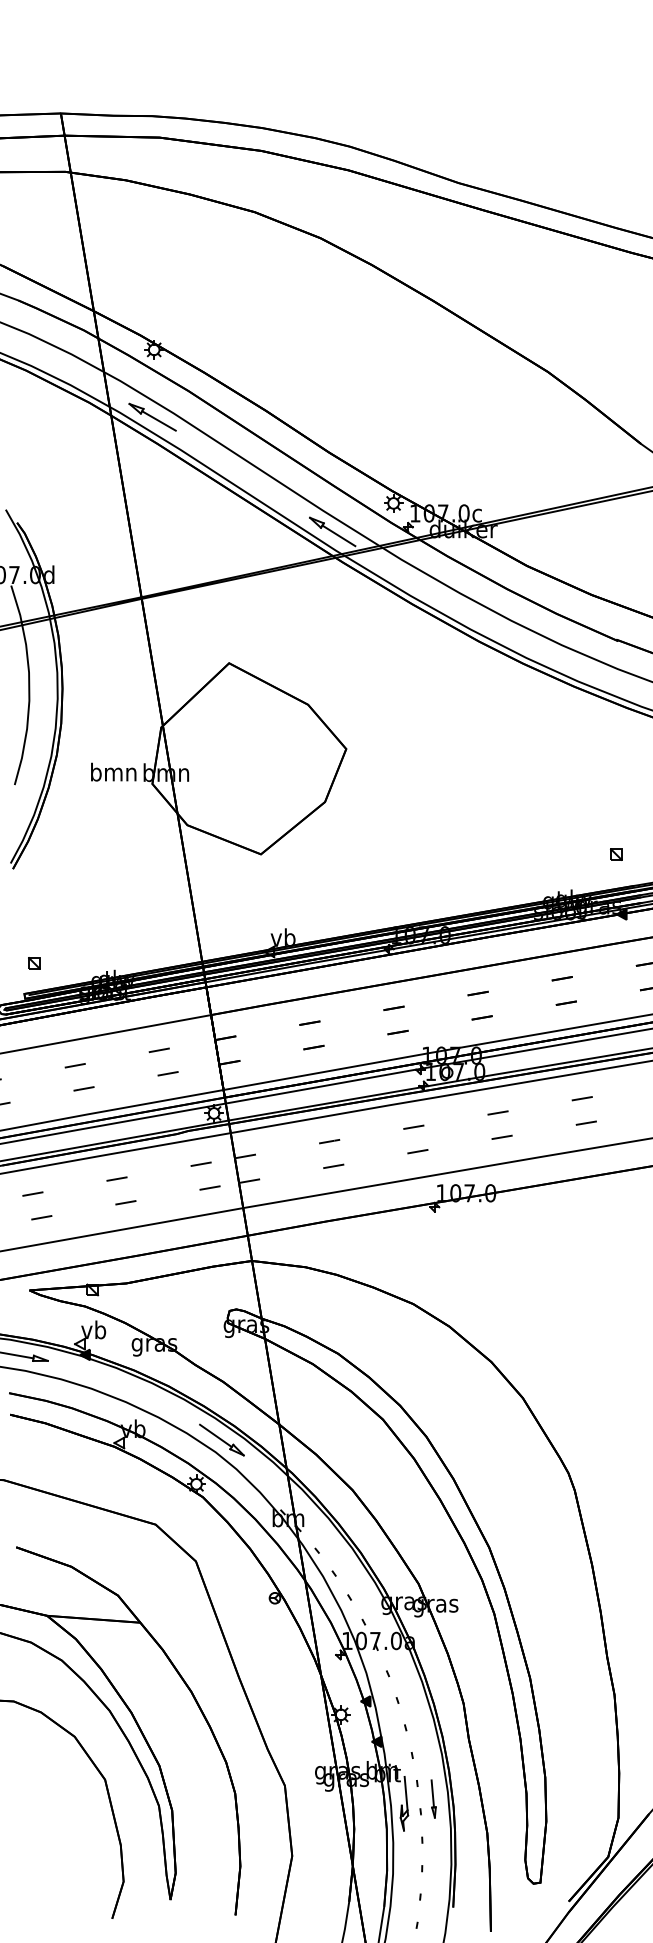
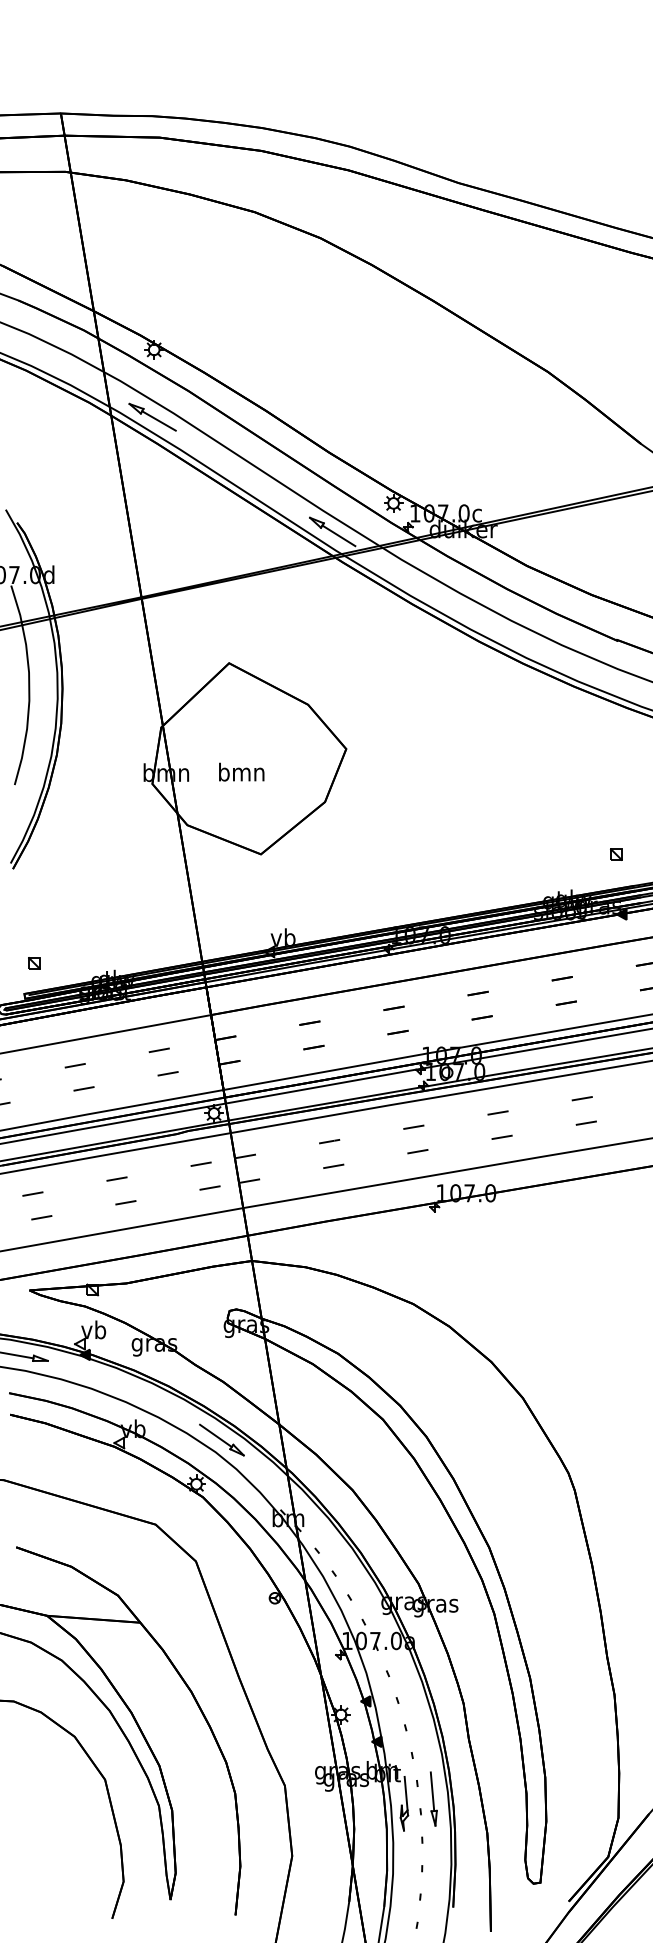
text at (113, 771) position: (113, 771) -> (241, 771)
part at (433, 1798) size: 7x40 px -> 9x56 px
